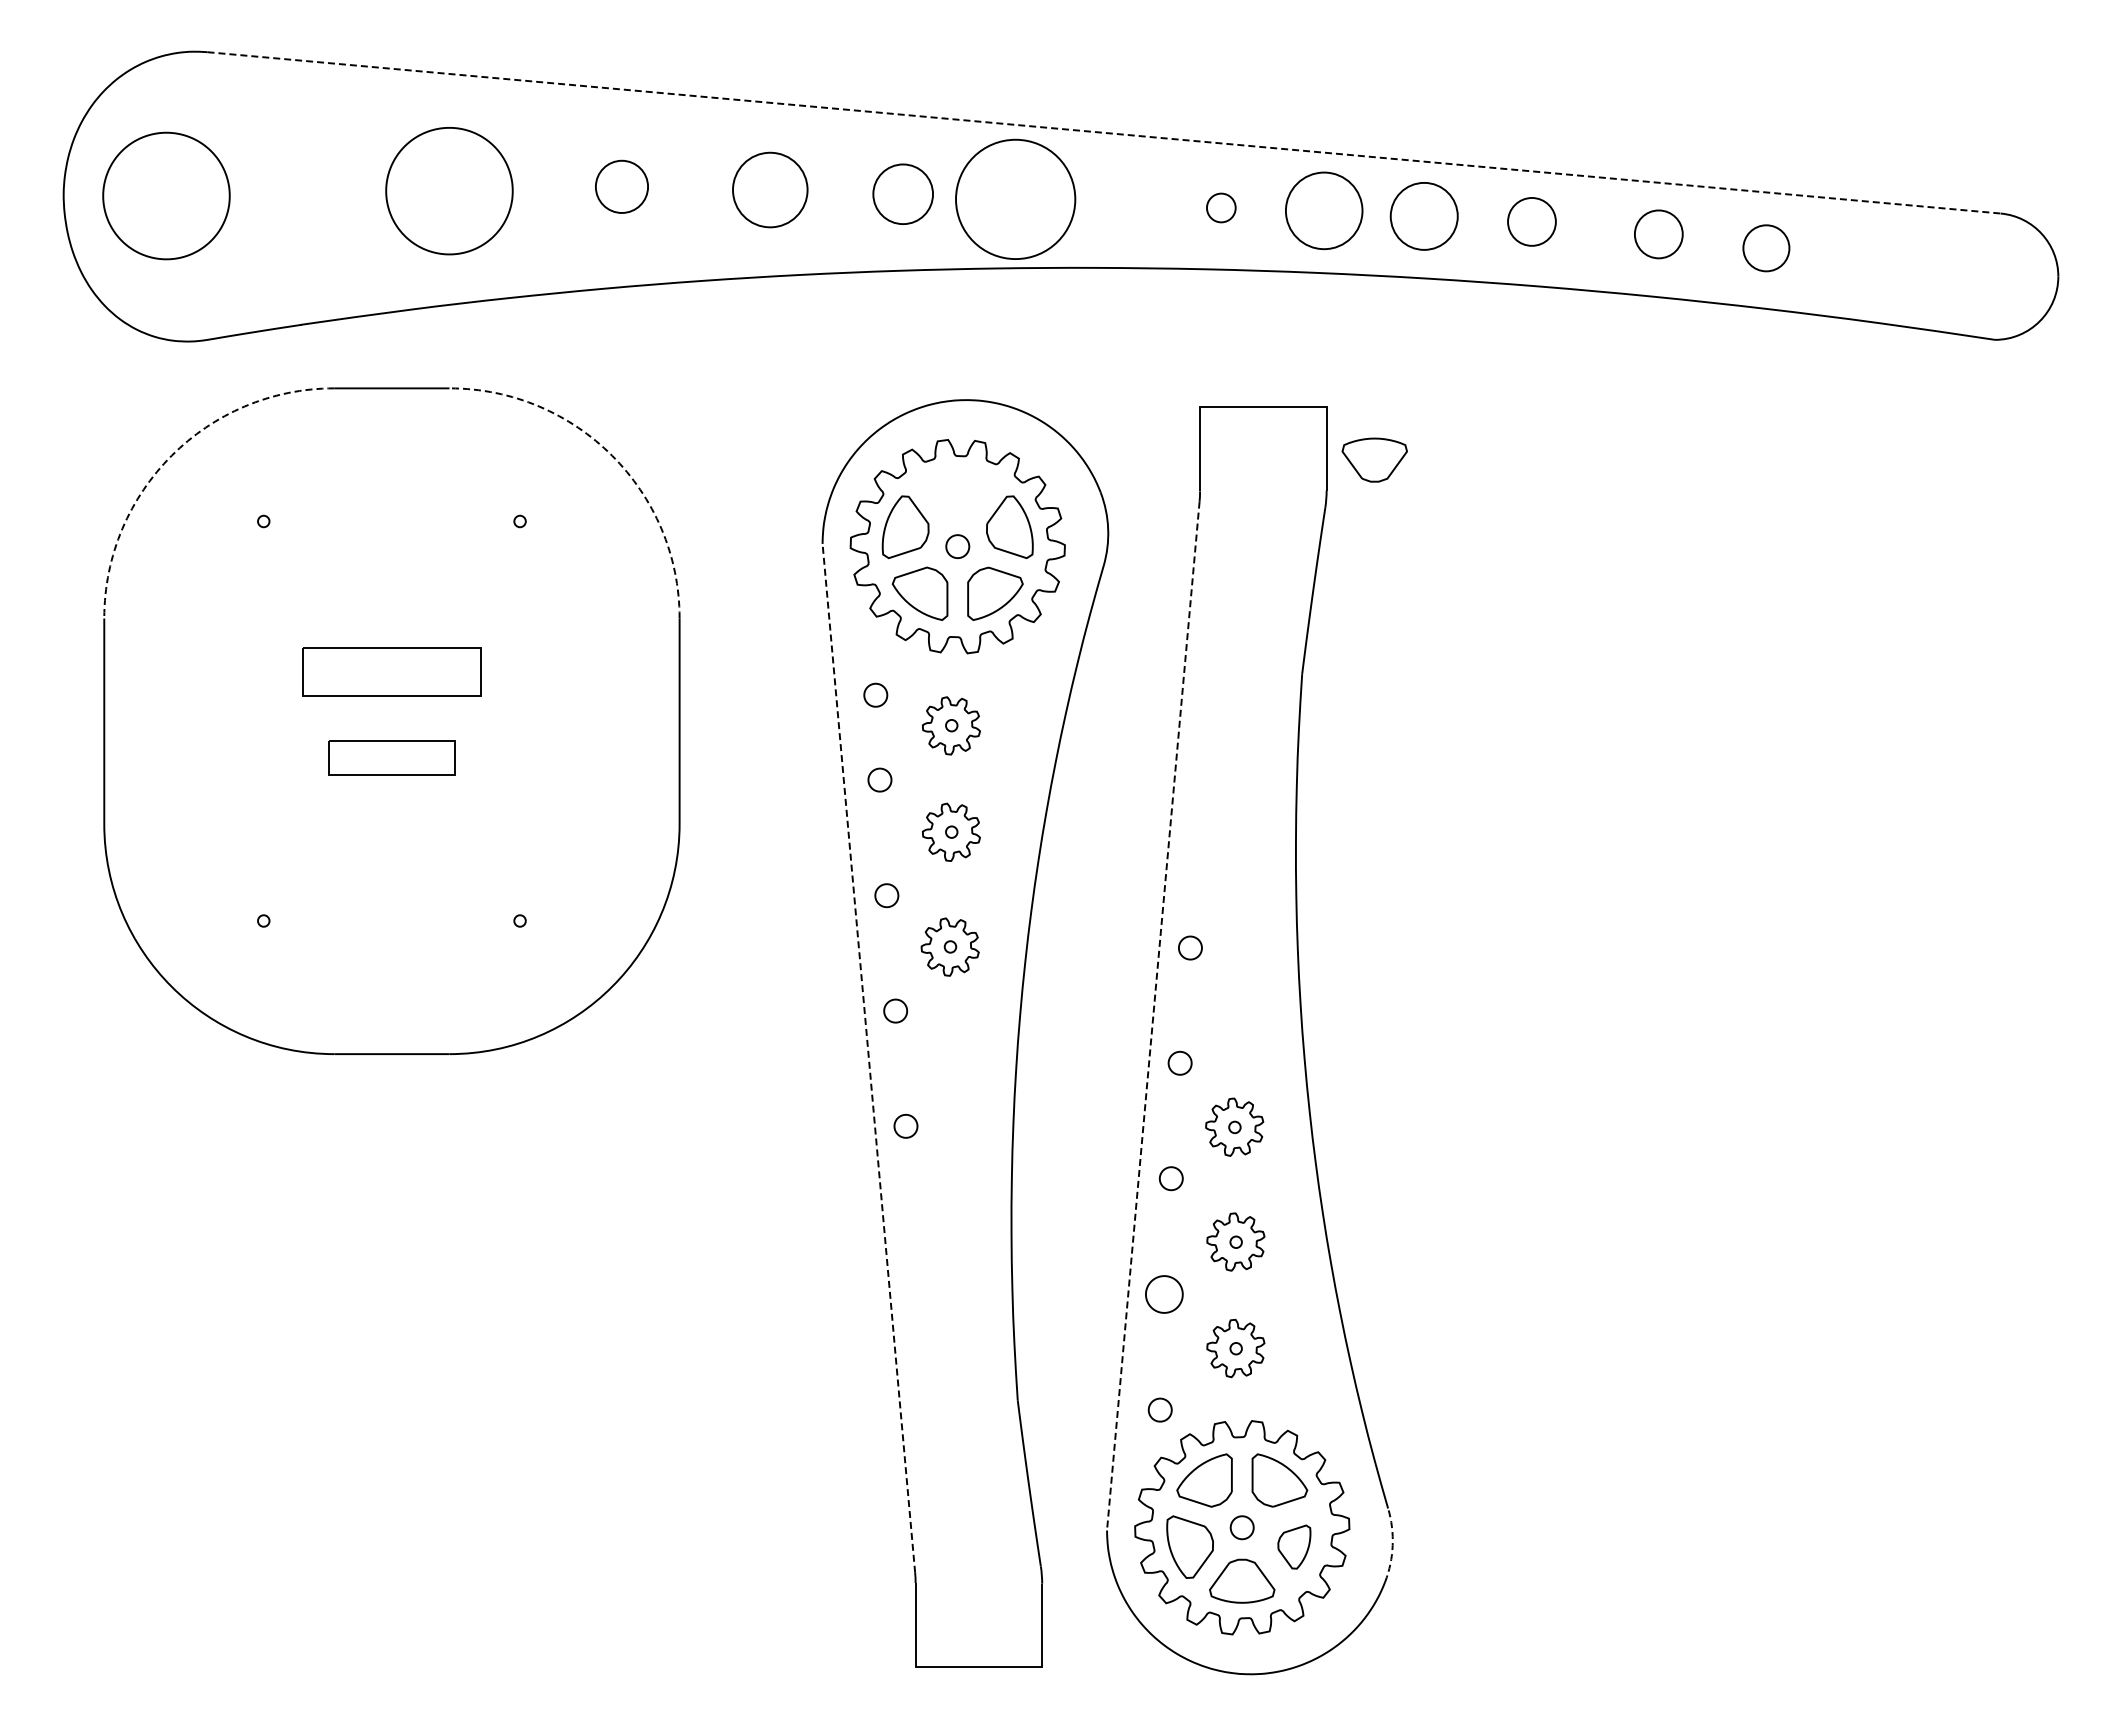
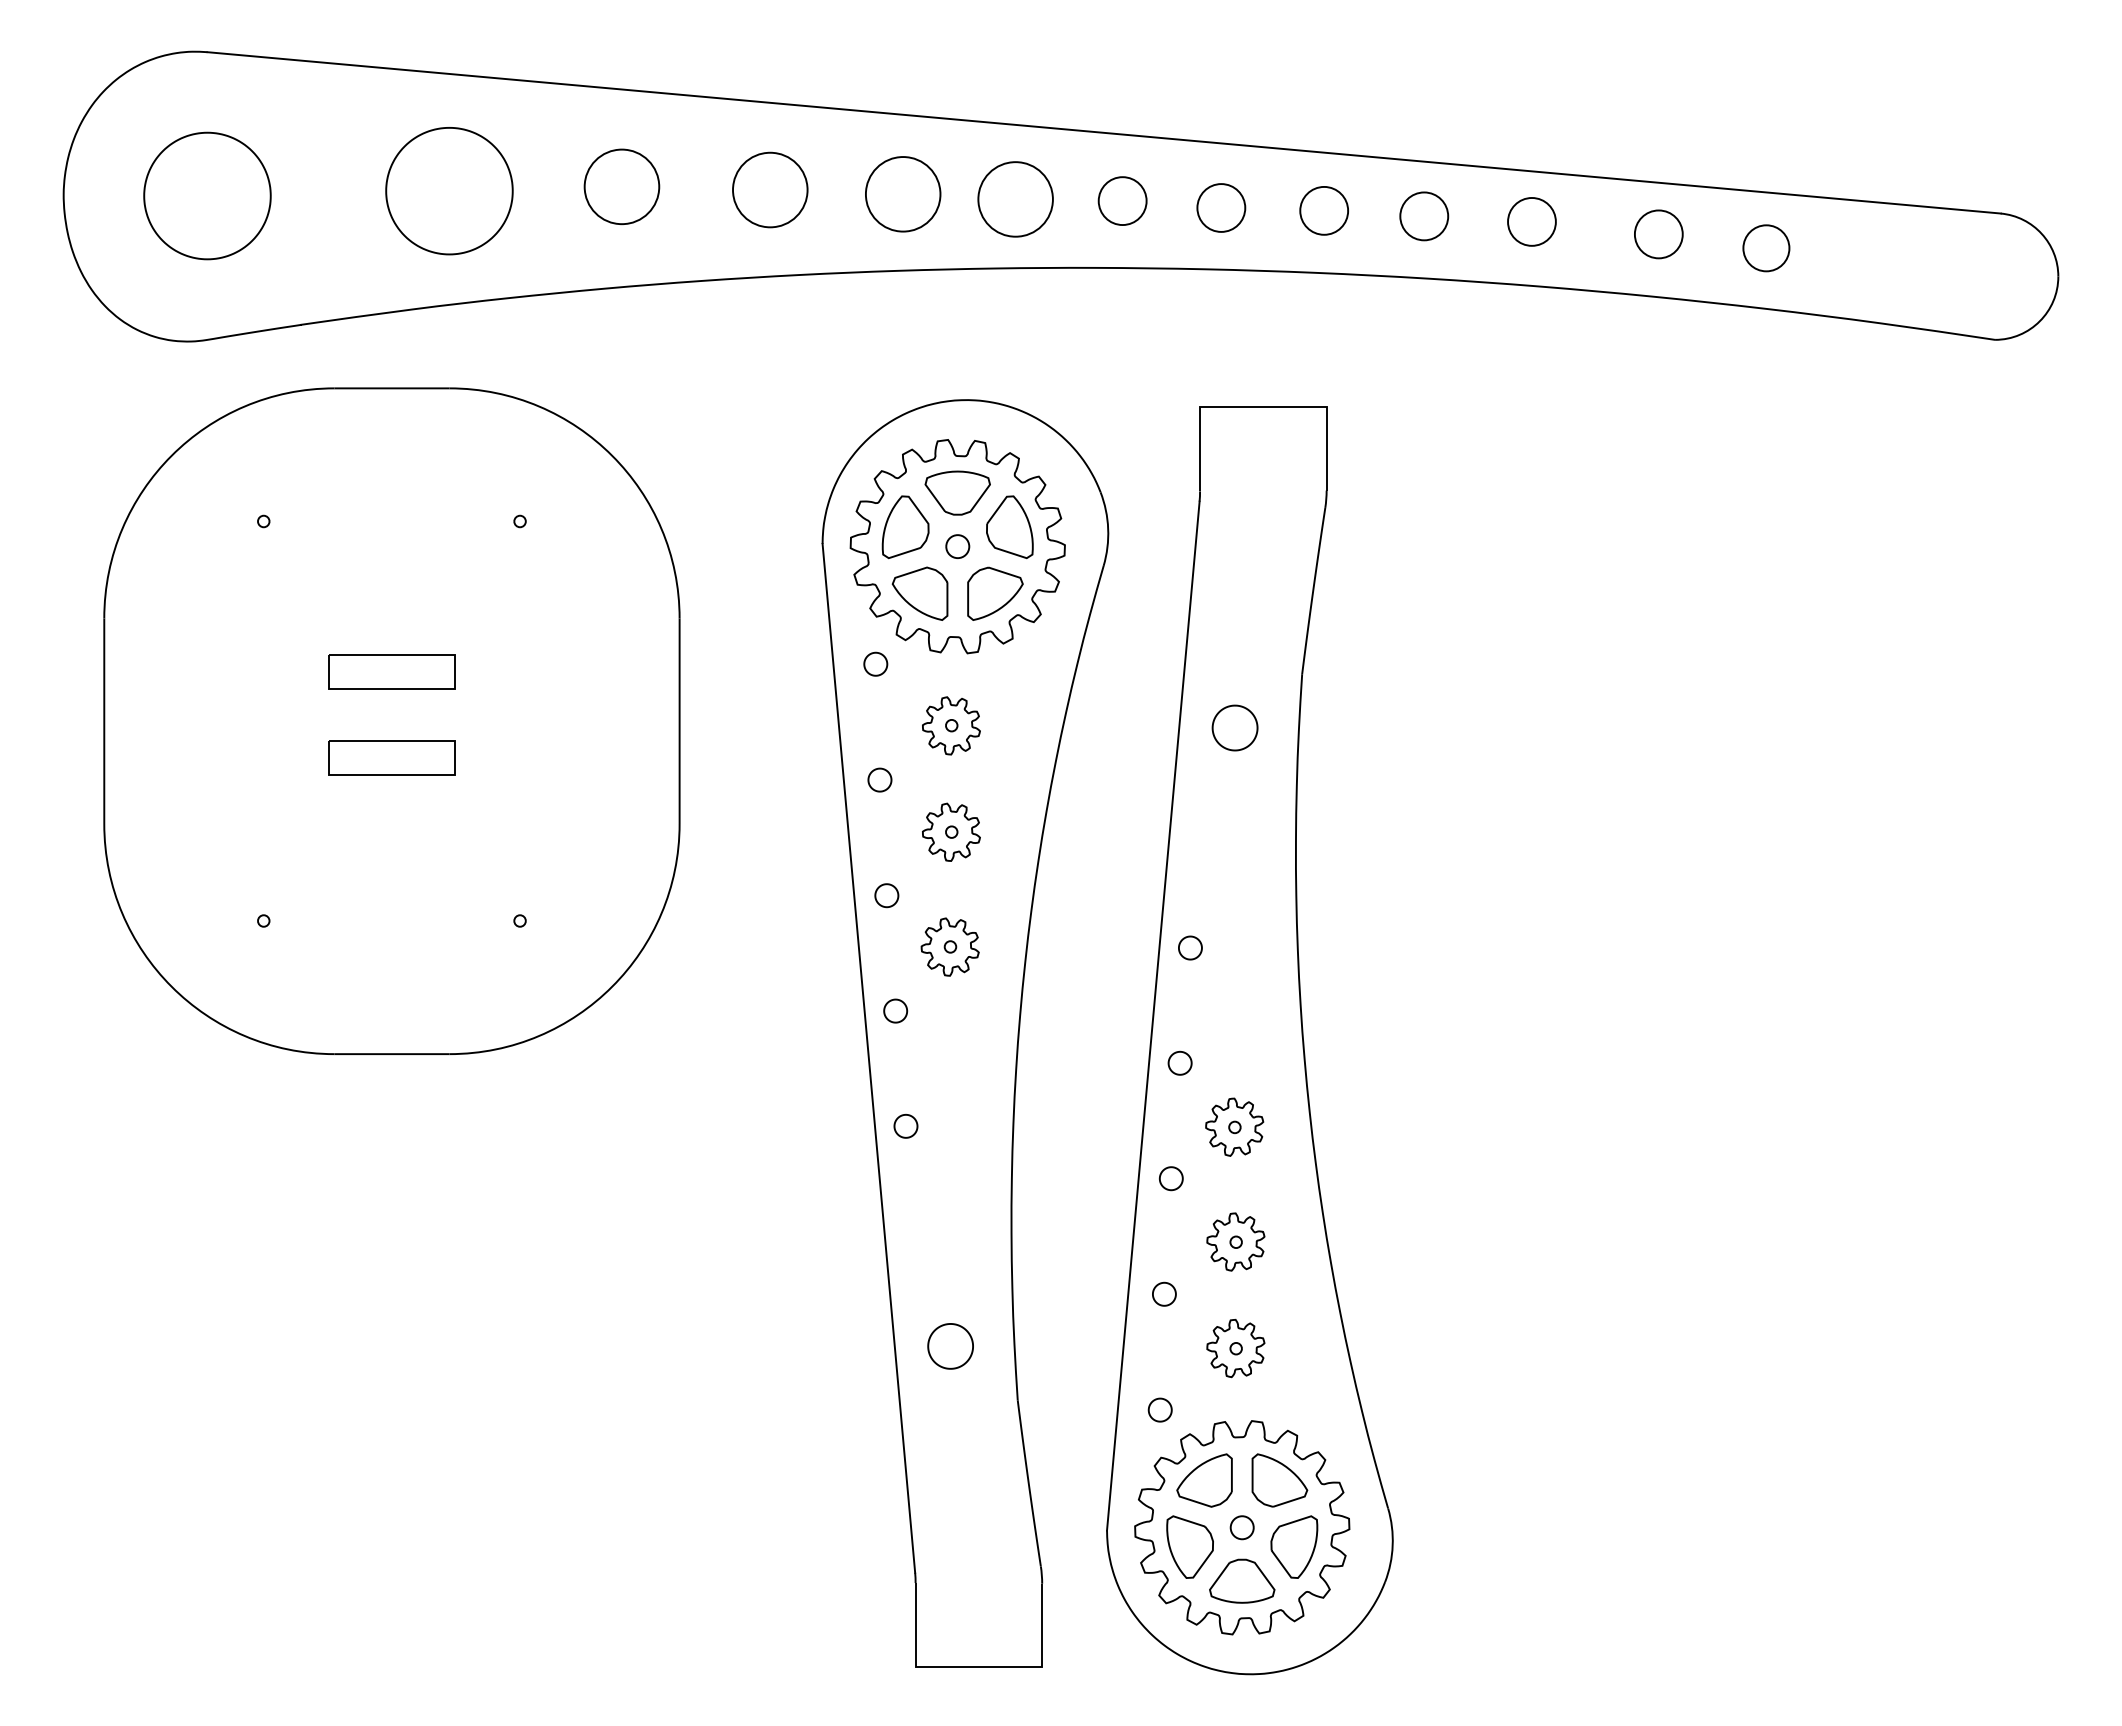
line at (1104, 132): dashed -> solid
circle at (621, 186) diameter: 52 px -> 75 px
circle at (903, 194) diameter: 60 px -> 75 px
part at (166, 195) position: (166, 195) -> (207, 195)
circle at (1015, 199) diameter: 119 px -> 75 px
circle at (1122, 200): none -> present
circle at (1220, 207) diameter: 29 px -> 48 px
circle at (1323, 210) diameter: 77 px -> 48 px
circle at (1423, 215) diameter: 67 px -> 48 px
arc at (171, 455): dashed -> solid
arc at (612, 455): dashed -> solid
part at (1374, 459) position: (1374, 459) -> (957, 492)
part at (391, 671) size: 180x50 px -> 128x36 px
part at (875, 694) position: (875, 694) -> (875, 663)
part at (1234, 727): none -> present
line at (1153, 1016): dashed -> solid
line at (868, 1057): dashed -> solid
part at (1164, 1294) size: 39x39 px -> 25x26 px
part at (950, 1346): none -> present
arc at (1392, 1545): dashed -> solid
part at (1294, 1546) size: 35x46 px -> 49x64 px
